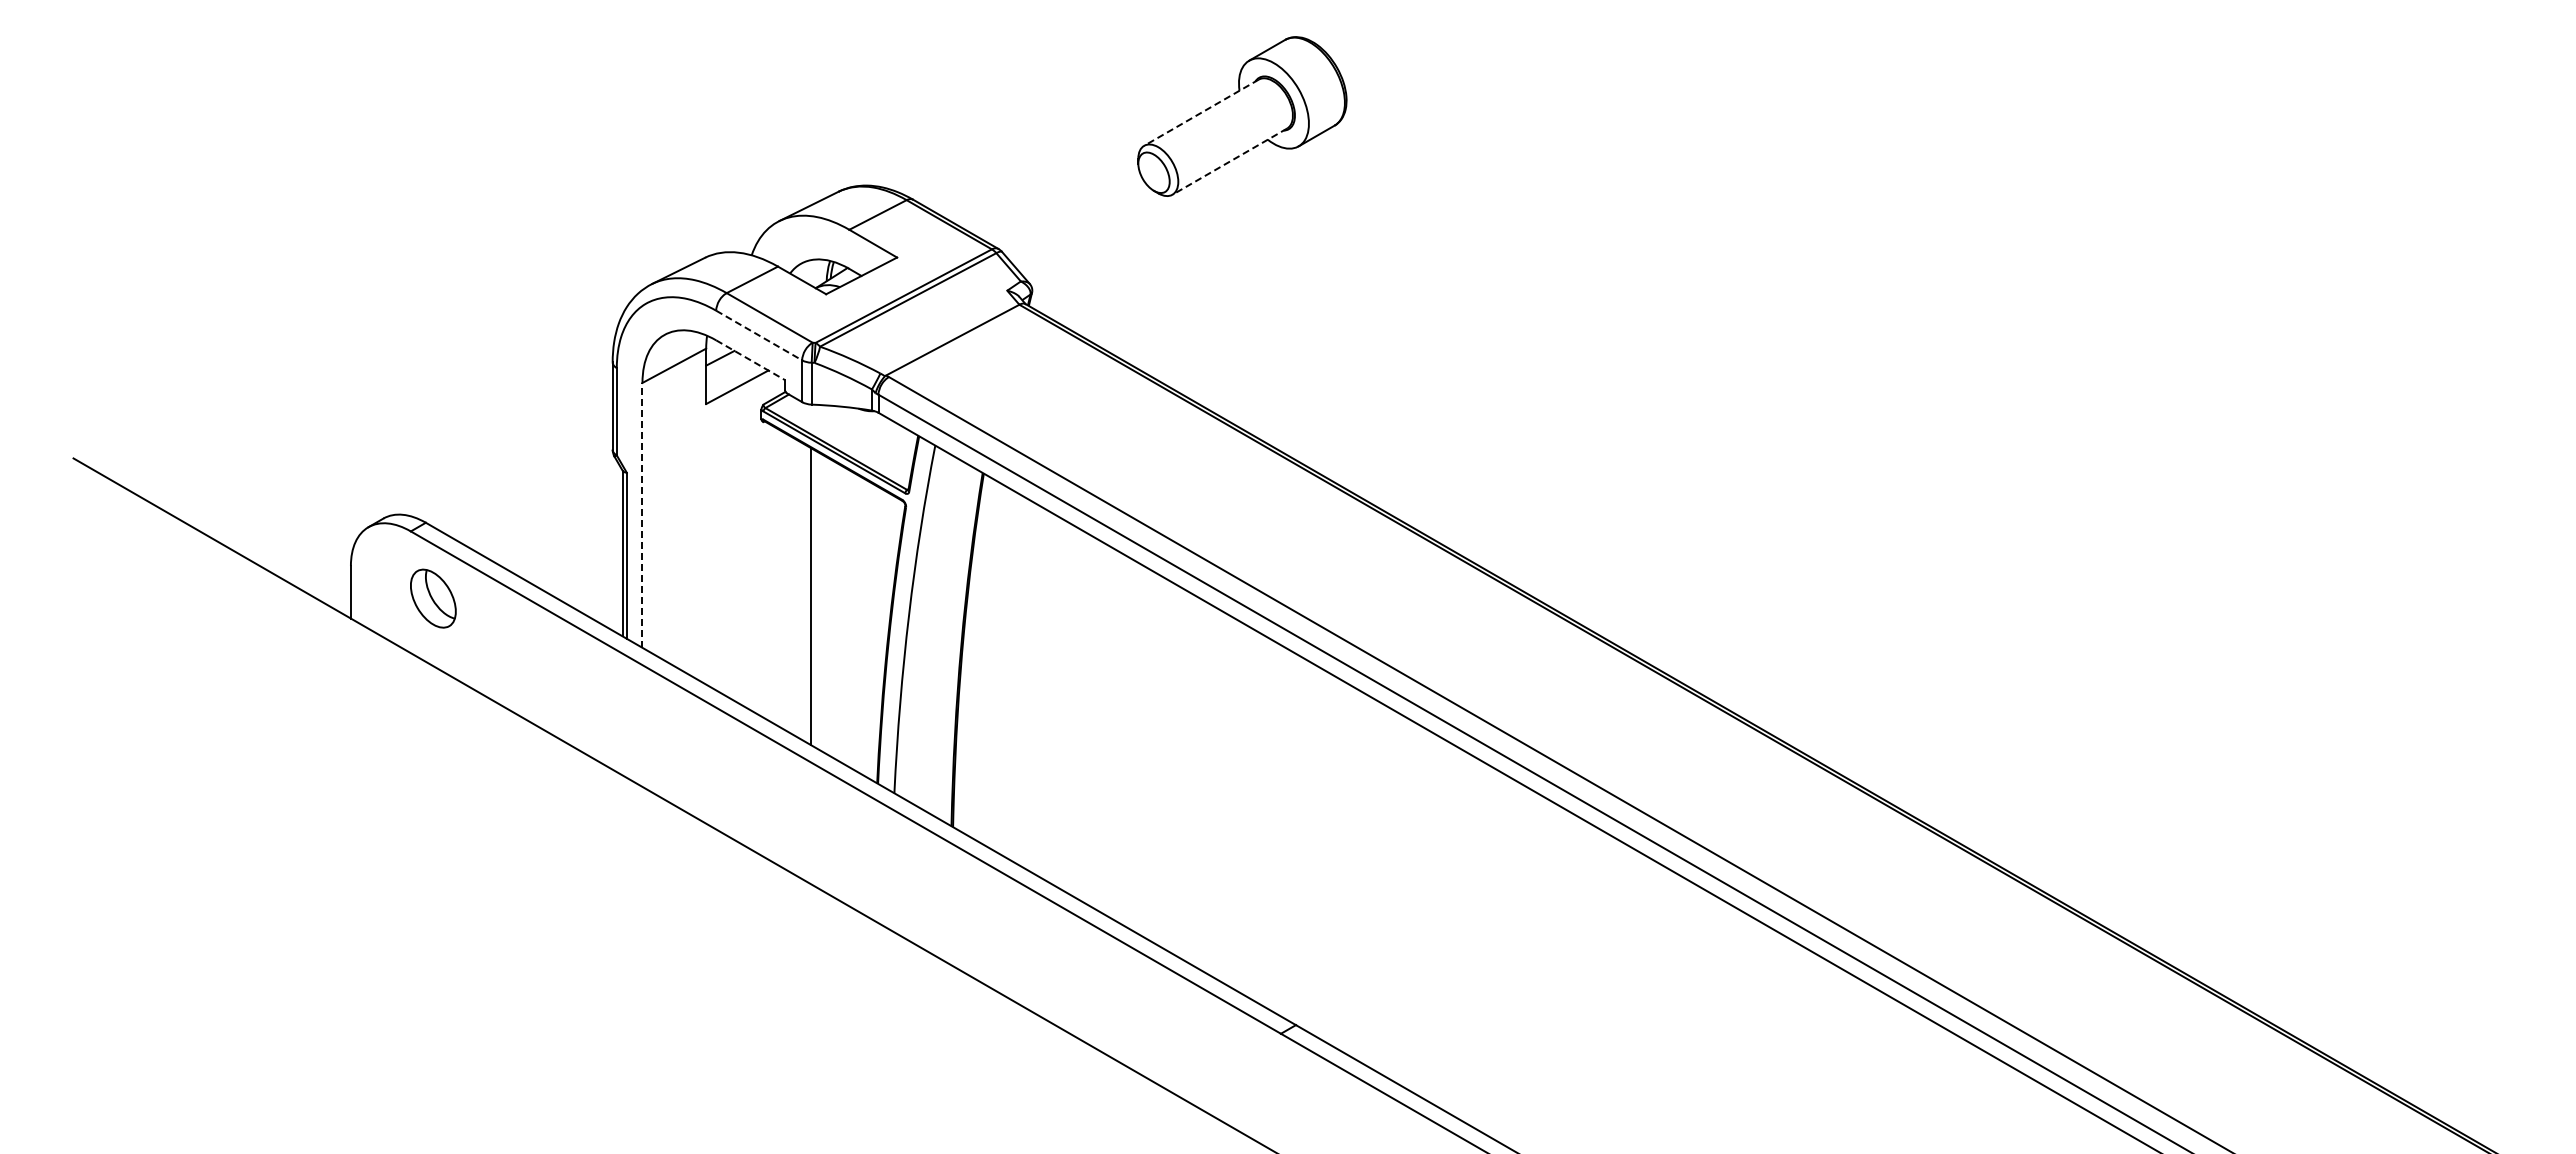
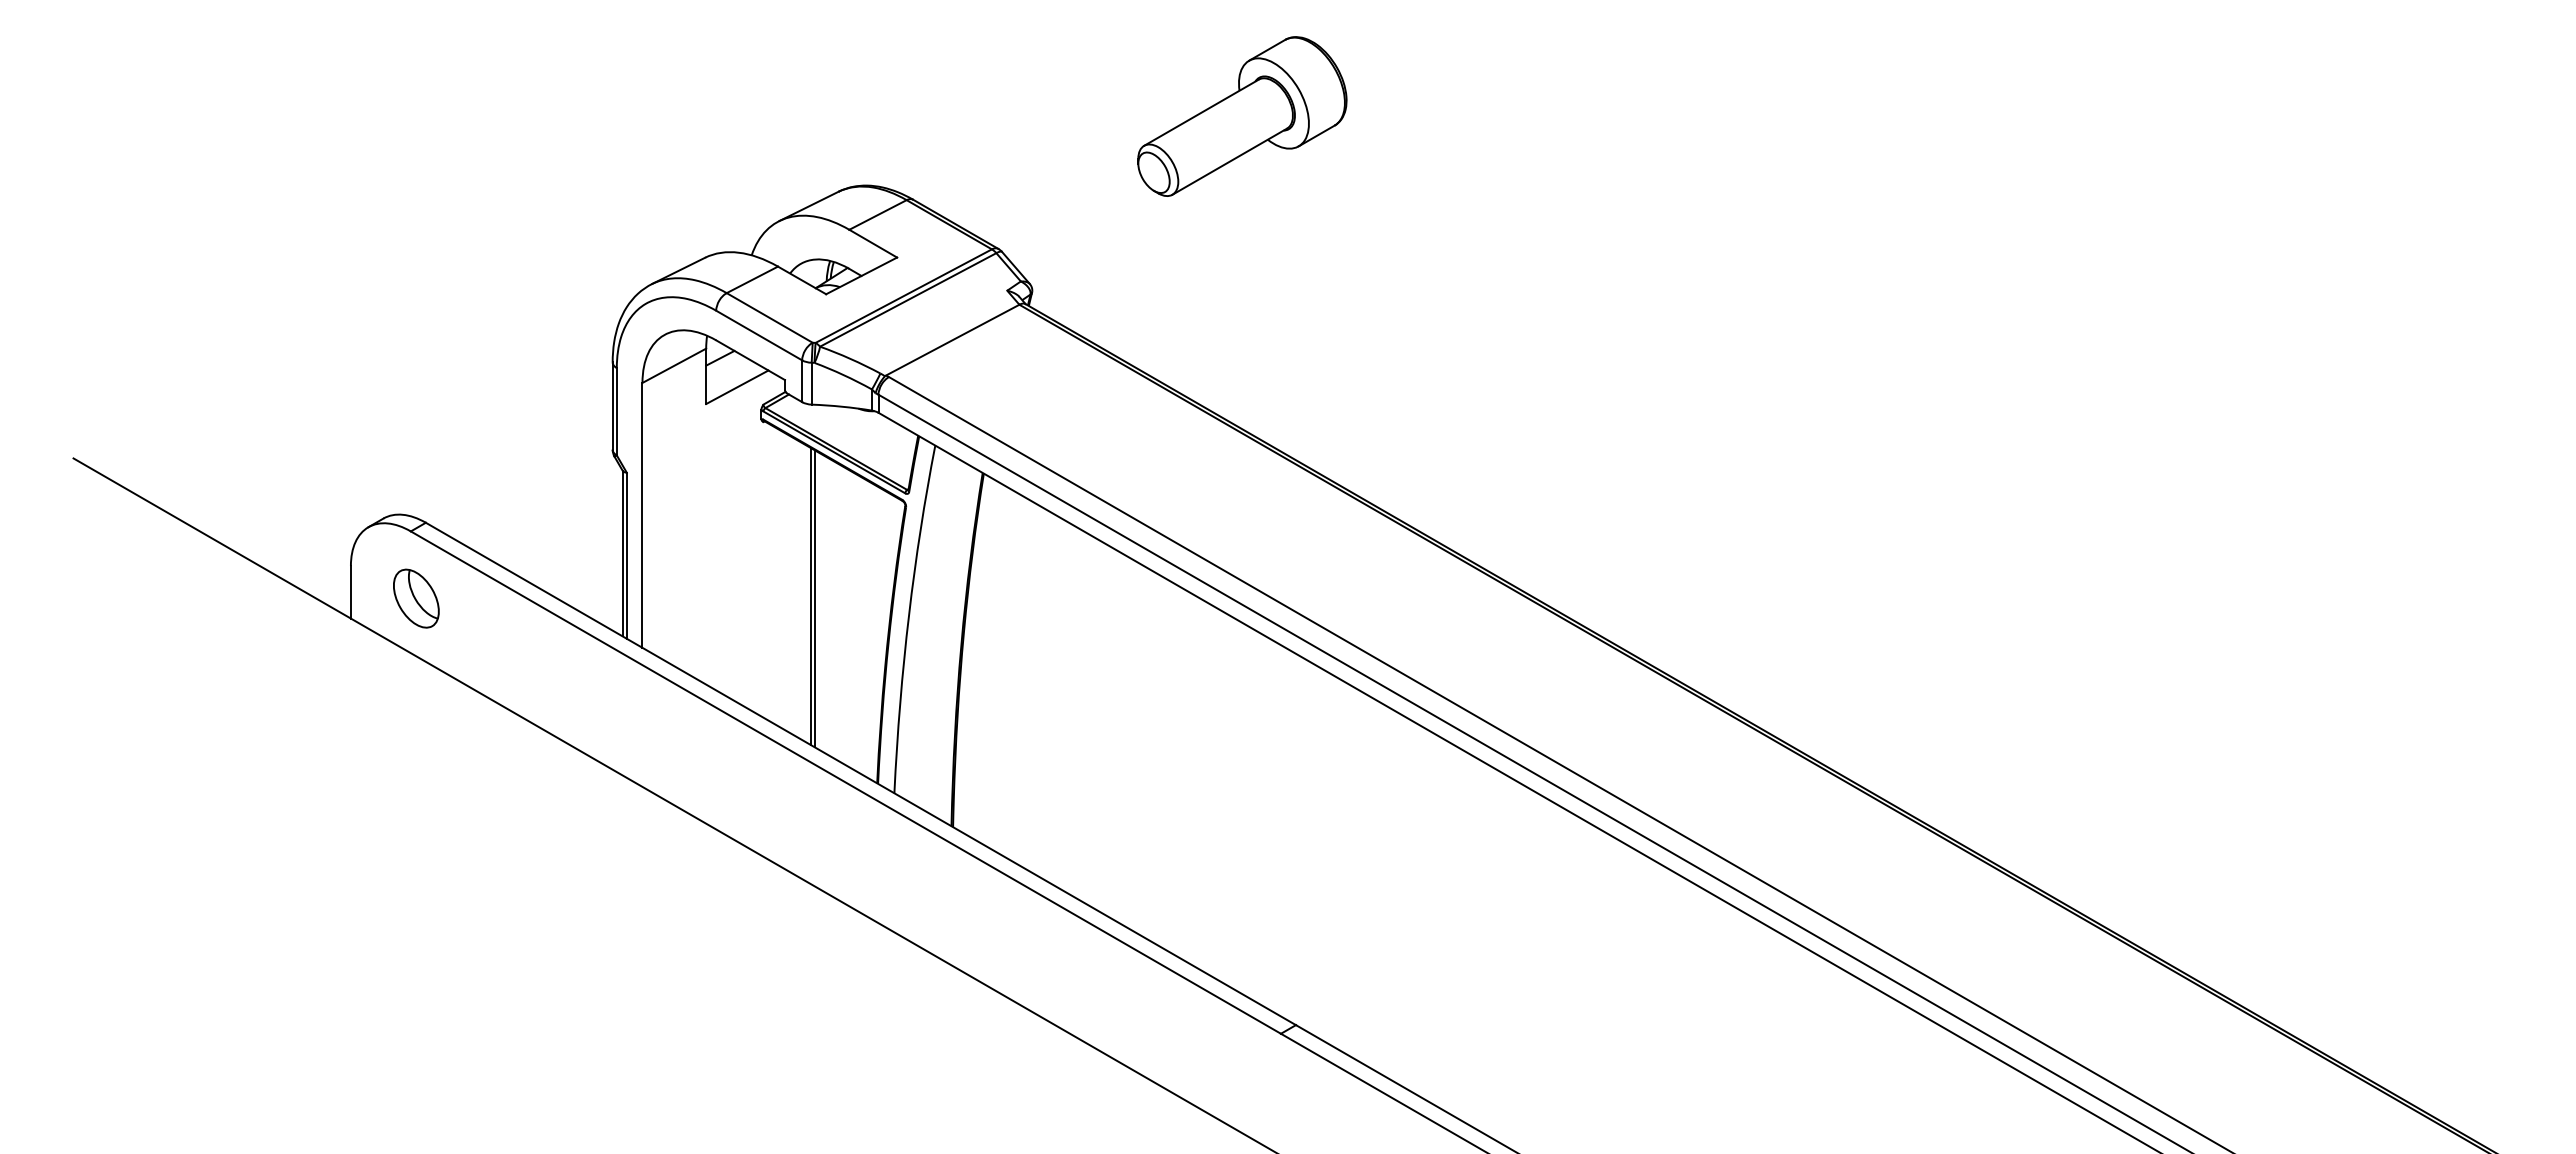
line at (1201, 112): dashed -> solid
line at (1229, 161): dashed -> solid
line at (759, 335): dashed -> solid
line at (750, 360): dashed -> solid
line at (642, 514): dashed -> solid
part at (433, 598) position: (433, 598) -> (416, 598)
line at (815, 598): none -> present
